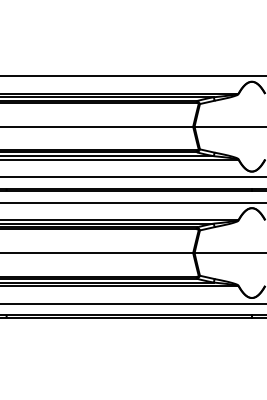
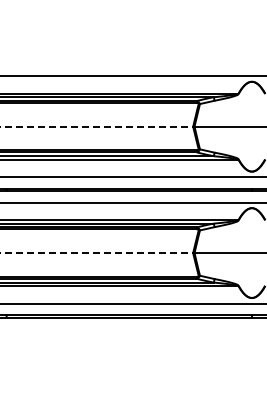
line at (97, 126): solid -> dashed
line at (97, 253): solid -> dashed
